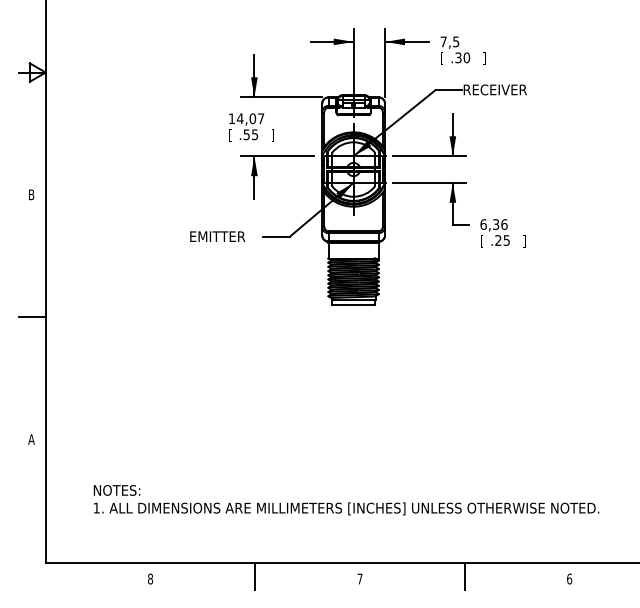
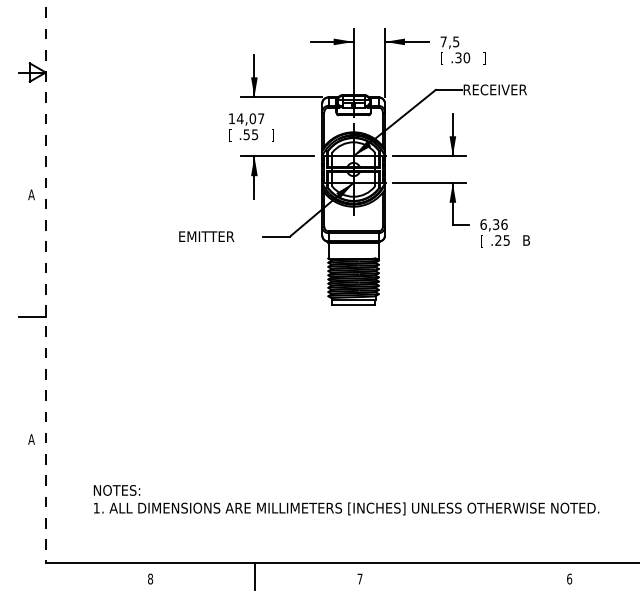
text at (31, 194): B -> A
text at (217, 236) position: (217, 236) -> (206, 236)
text at (526, 241): ] -> B
line at (45, 282): solid -> dashed
line at (464, 576): present -> none
